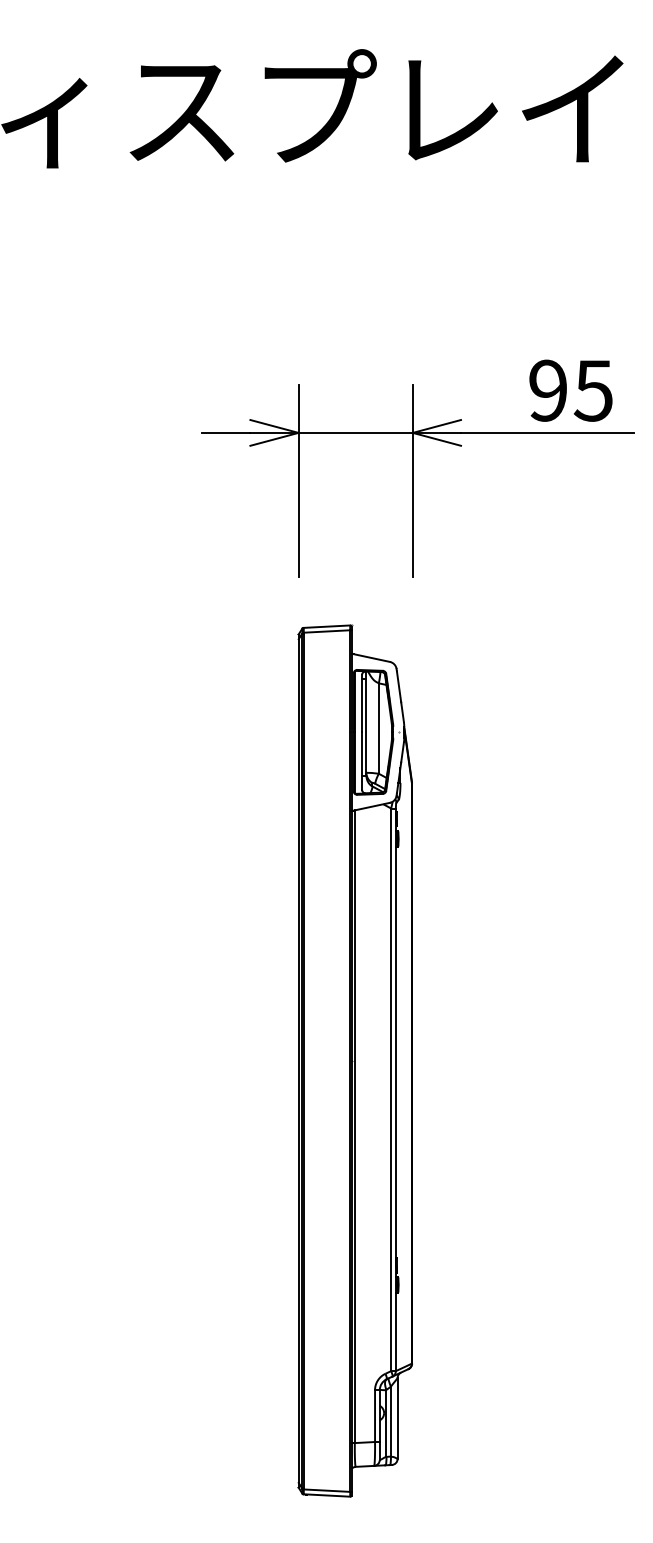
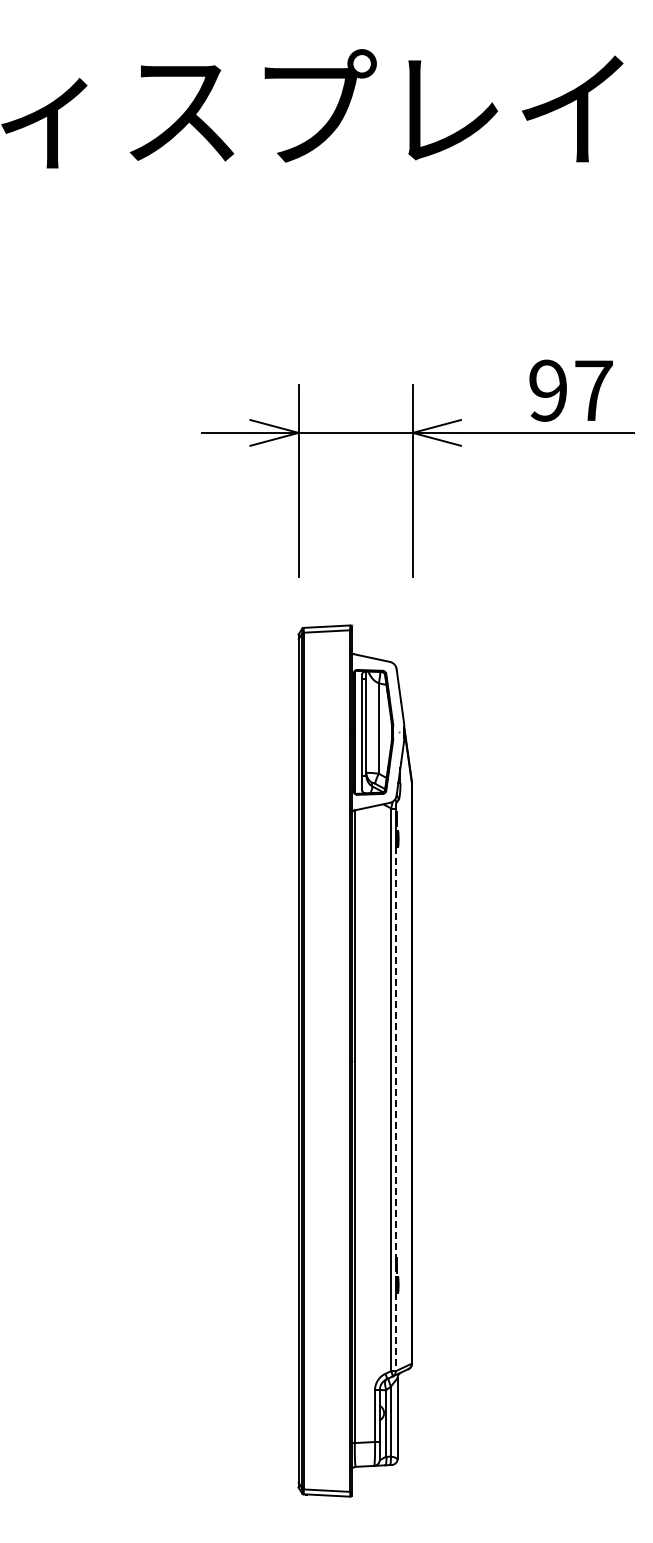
text at (592, 390): 95 -> 97
line at (395, 1062): solid -> dashed
line at (395, 1332): solid -> dashed
